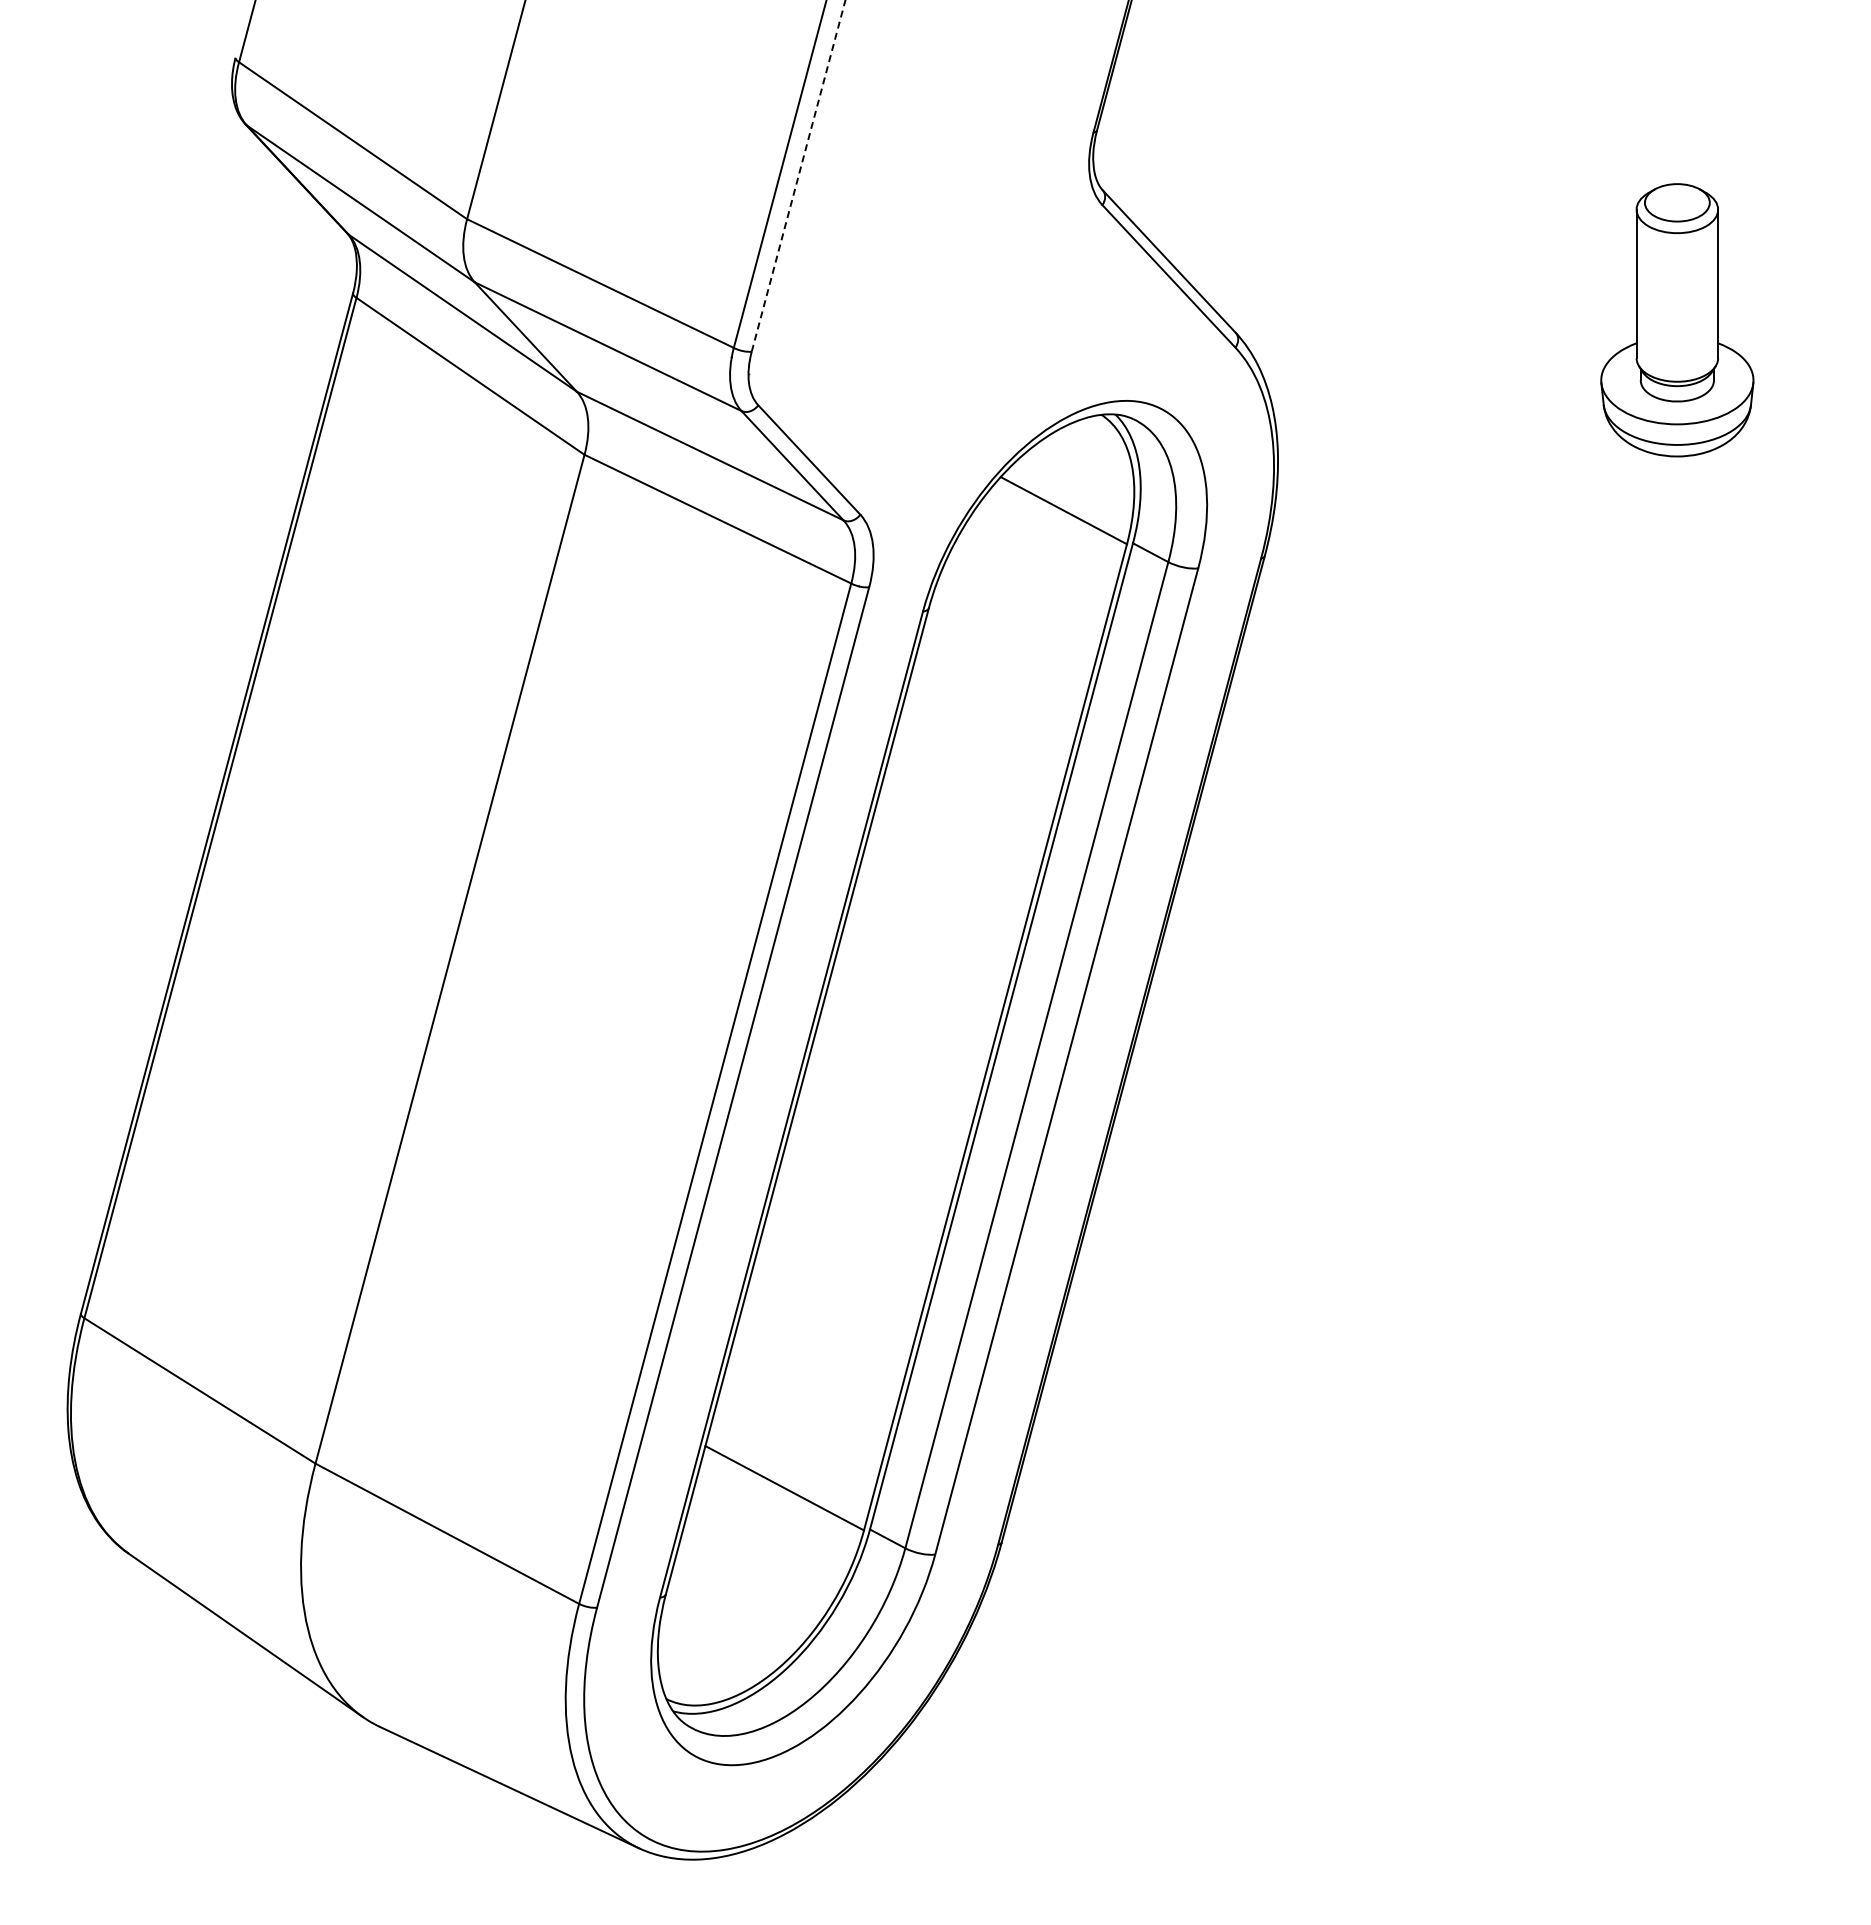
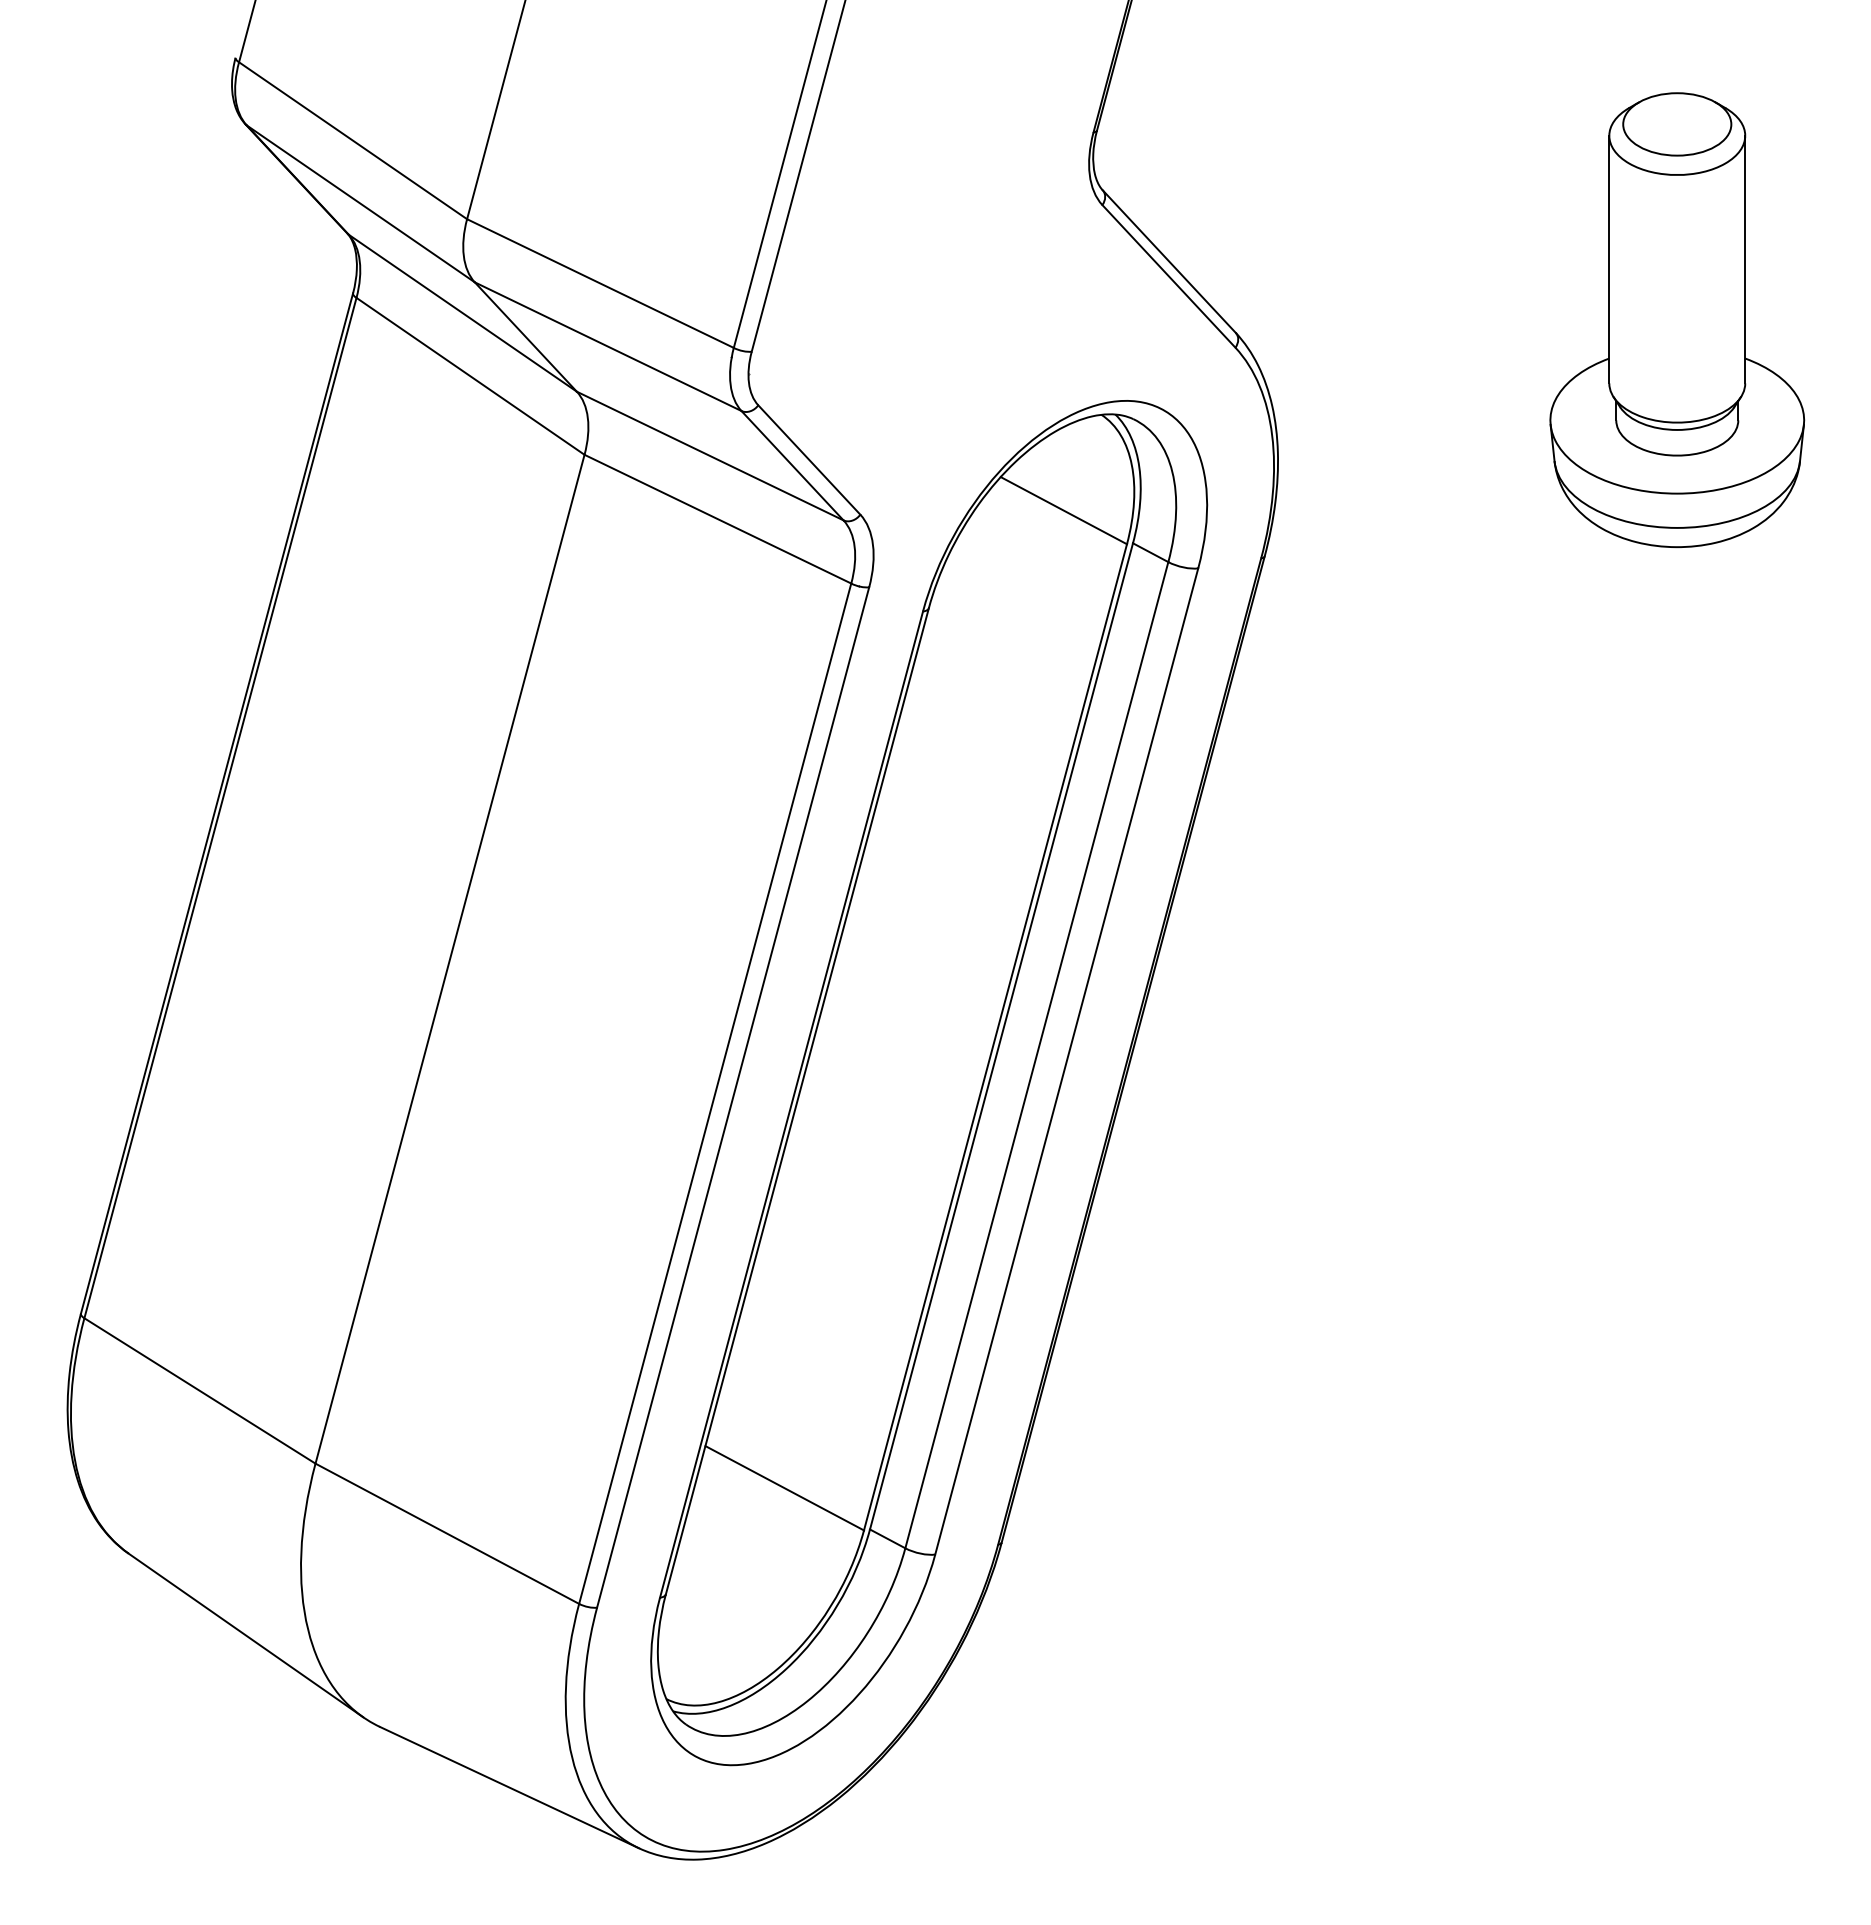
line at (798, 175): dashed -> solid
part at (1677, 320) size: 155x275 px -> 257x457 px
